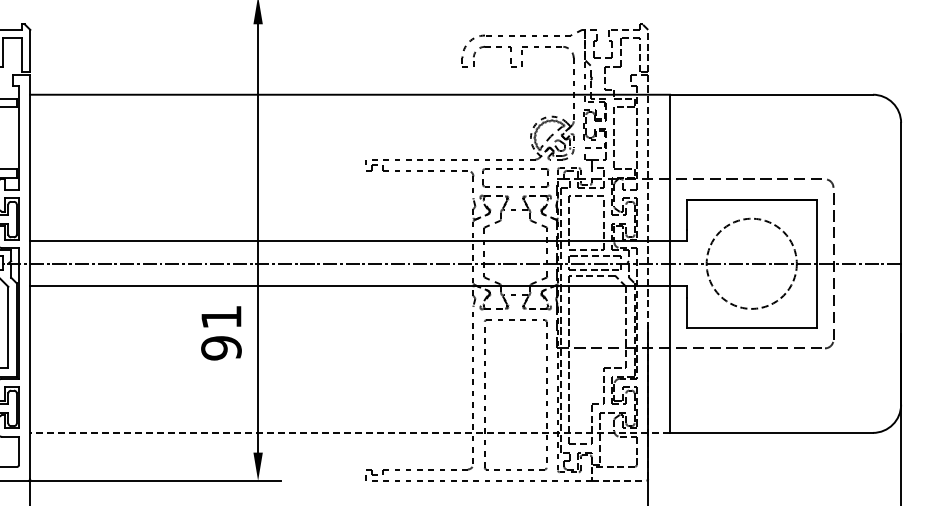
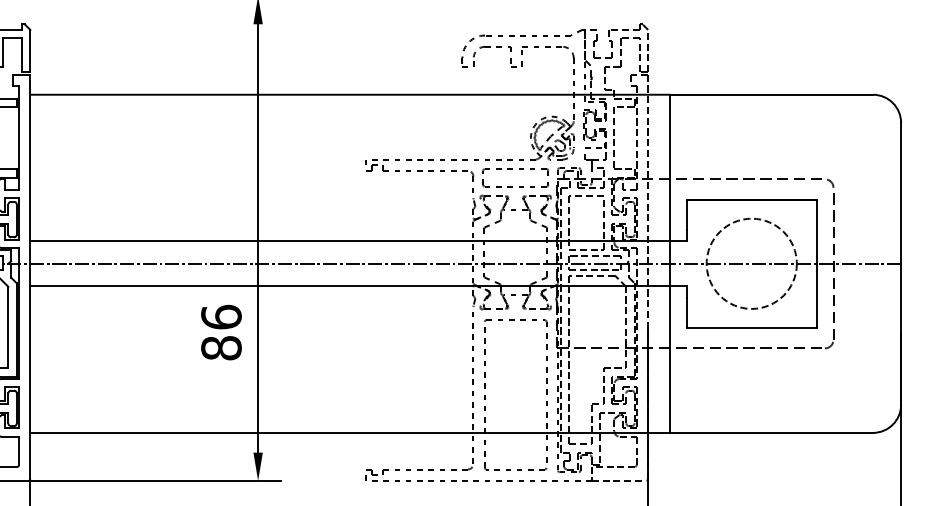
text at (221, 332): 91 -> 86
line at (350, 432): dashed -> solid
